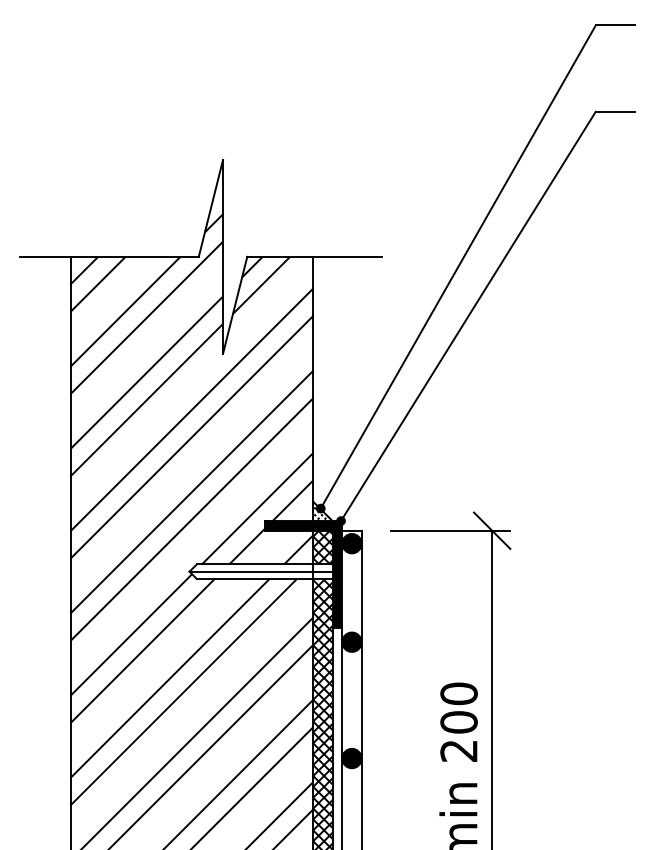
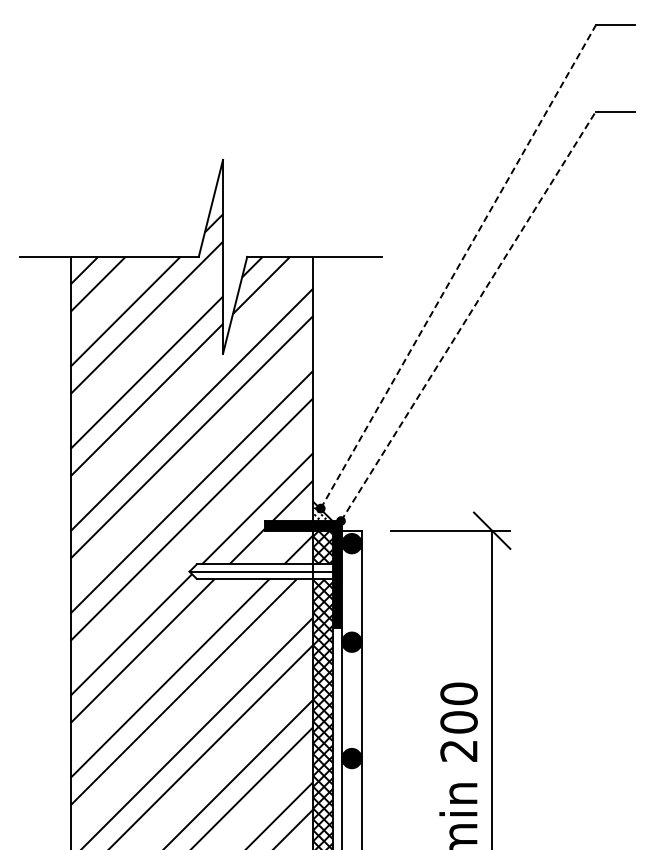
line at (458, 267): solid -> dashed
line at (468, 316): solid -> dashed
